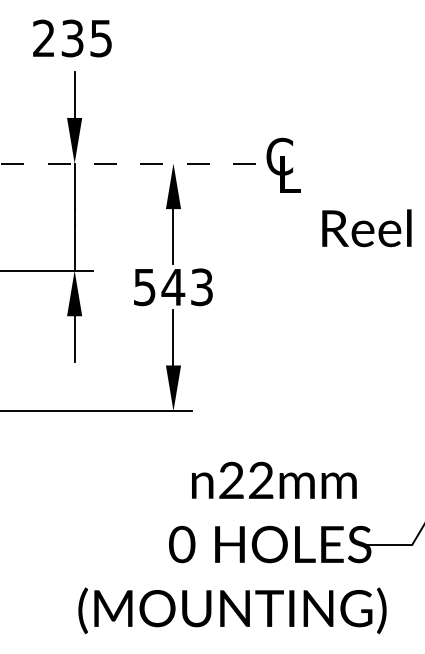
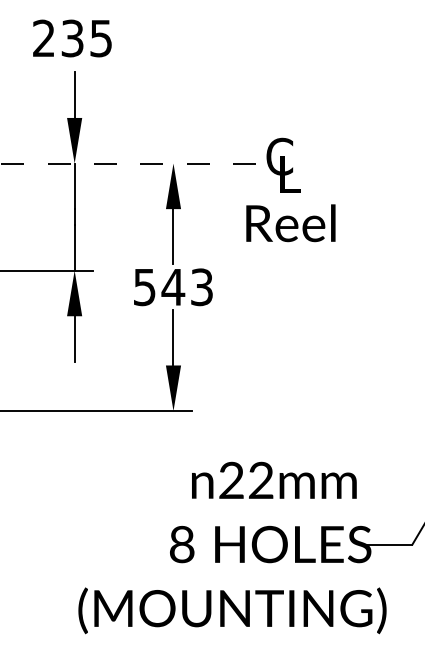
text at (366, 228) position: (366, 228) -> (290, 223)
text at (182, 544): 0 -> 8
